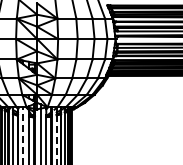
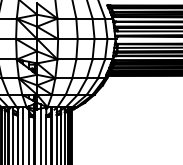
line at (23, 135): dashed -> solid
line at (56, 140): dashed -> solid
